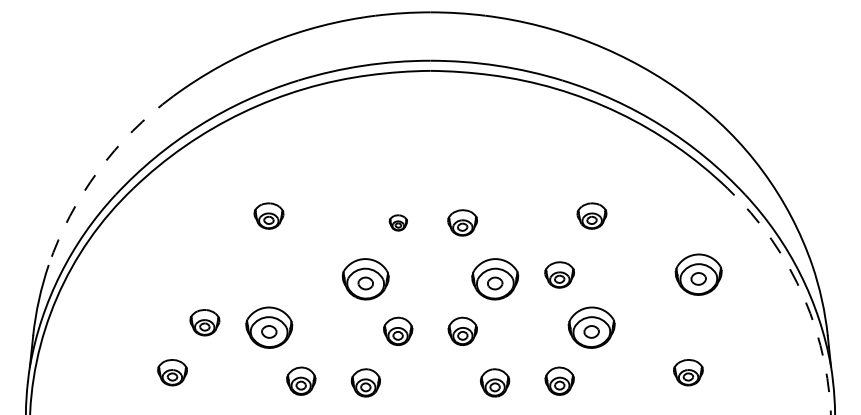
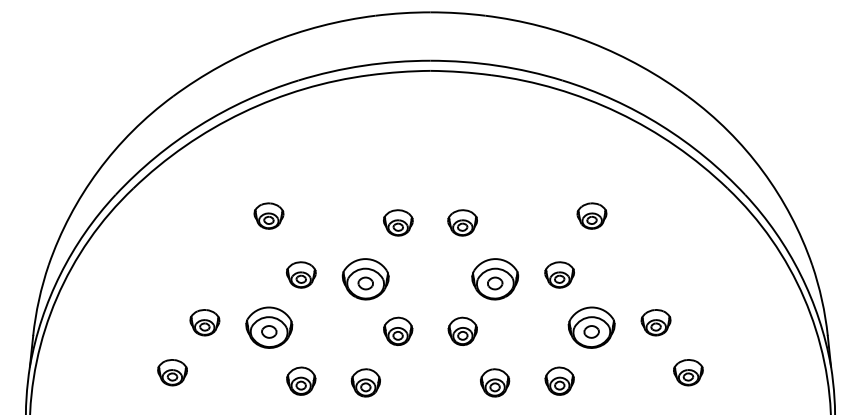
arc at (98, 171): dashed -> solid
part at (397, 222) size: 20x18 px -> 31x28 px
part at (301, 274): none -> present
part at (698, 274): present -> none
arc at (801, 291): dashed -> solid
part at (655, 322): none -> present
